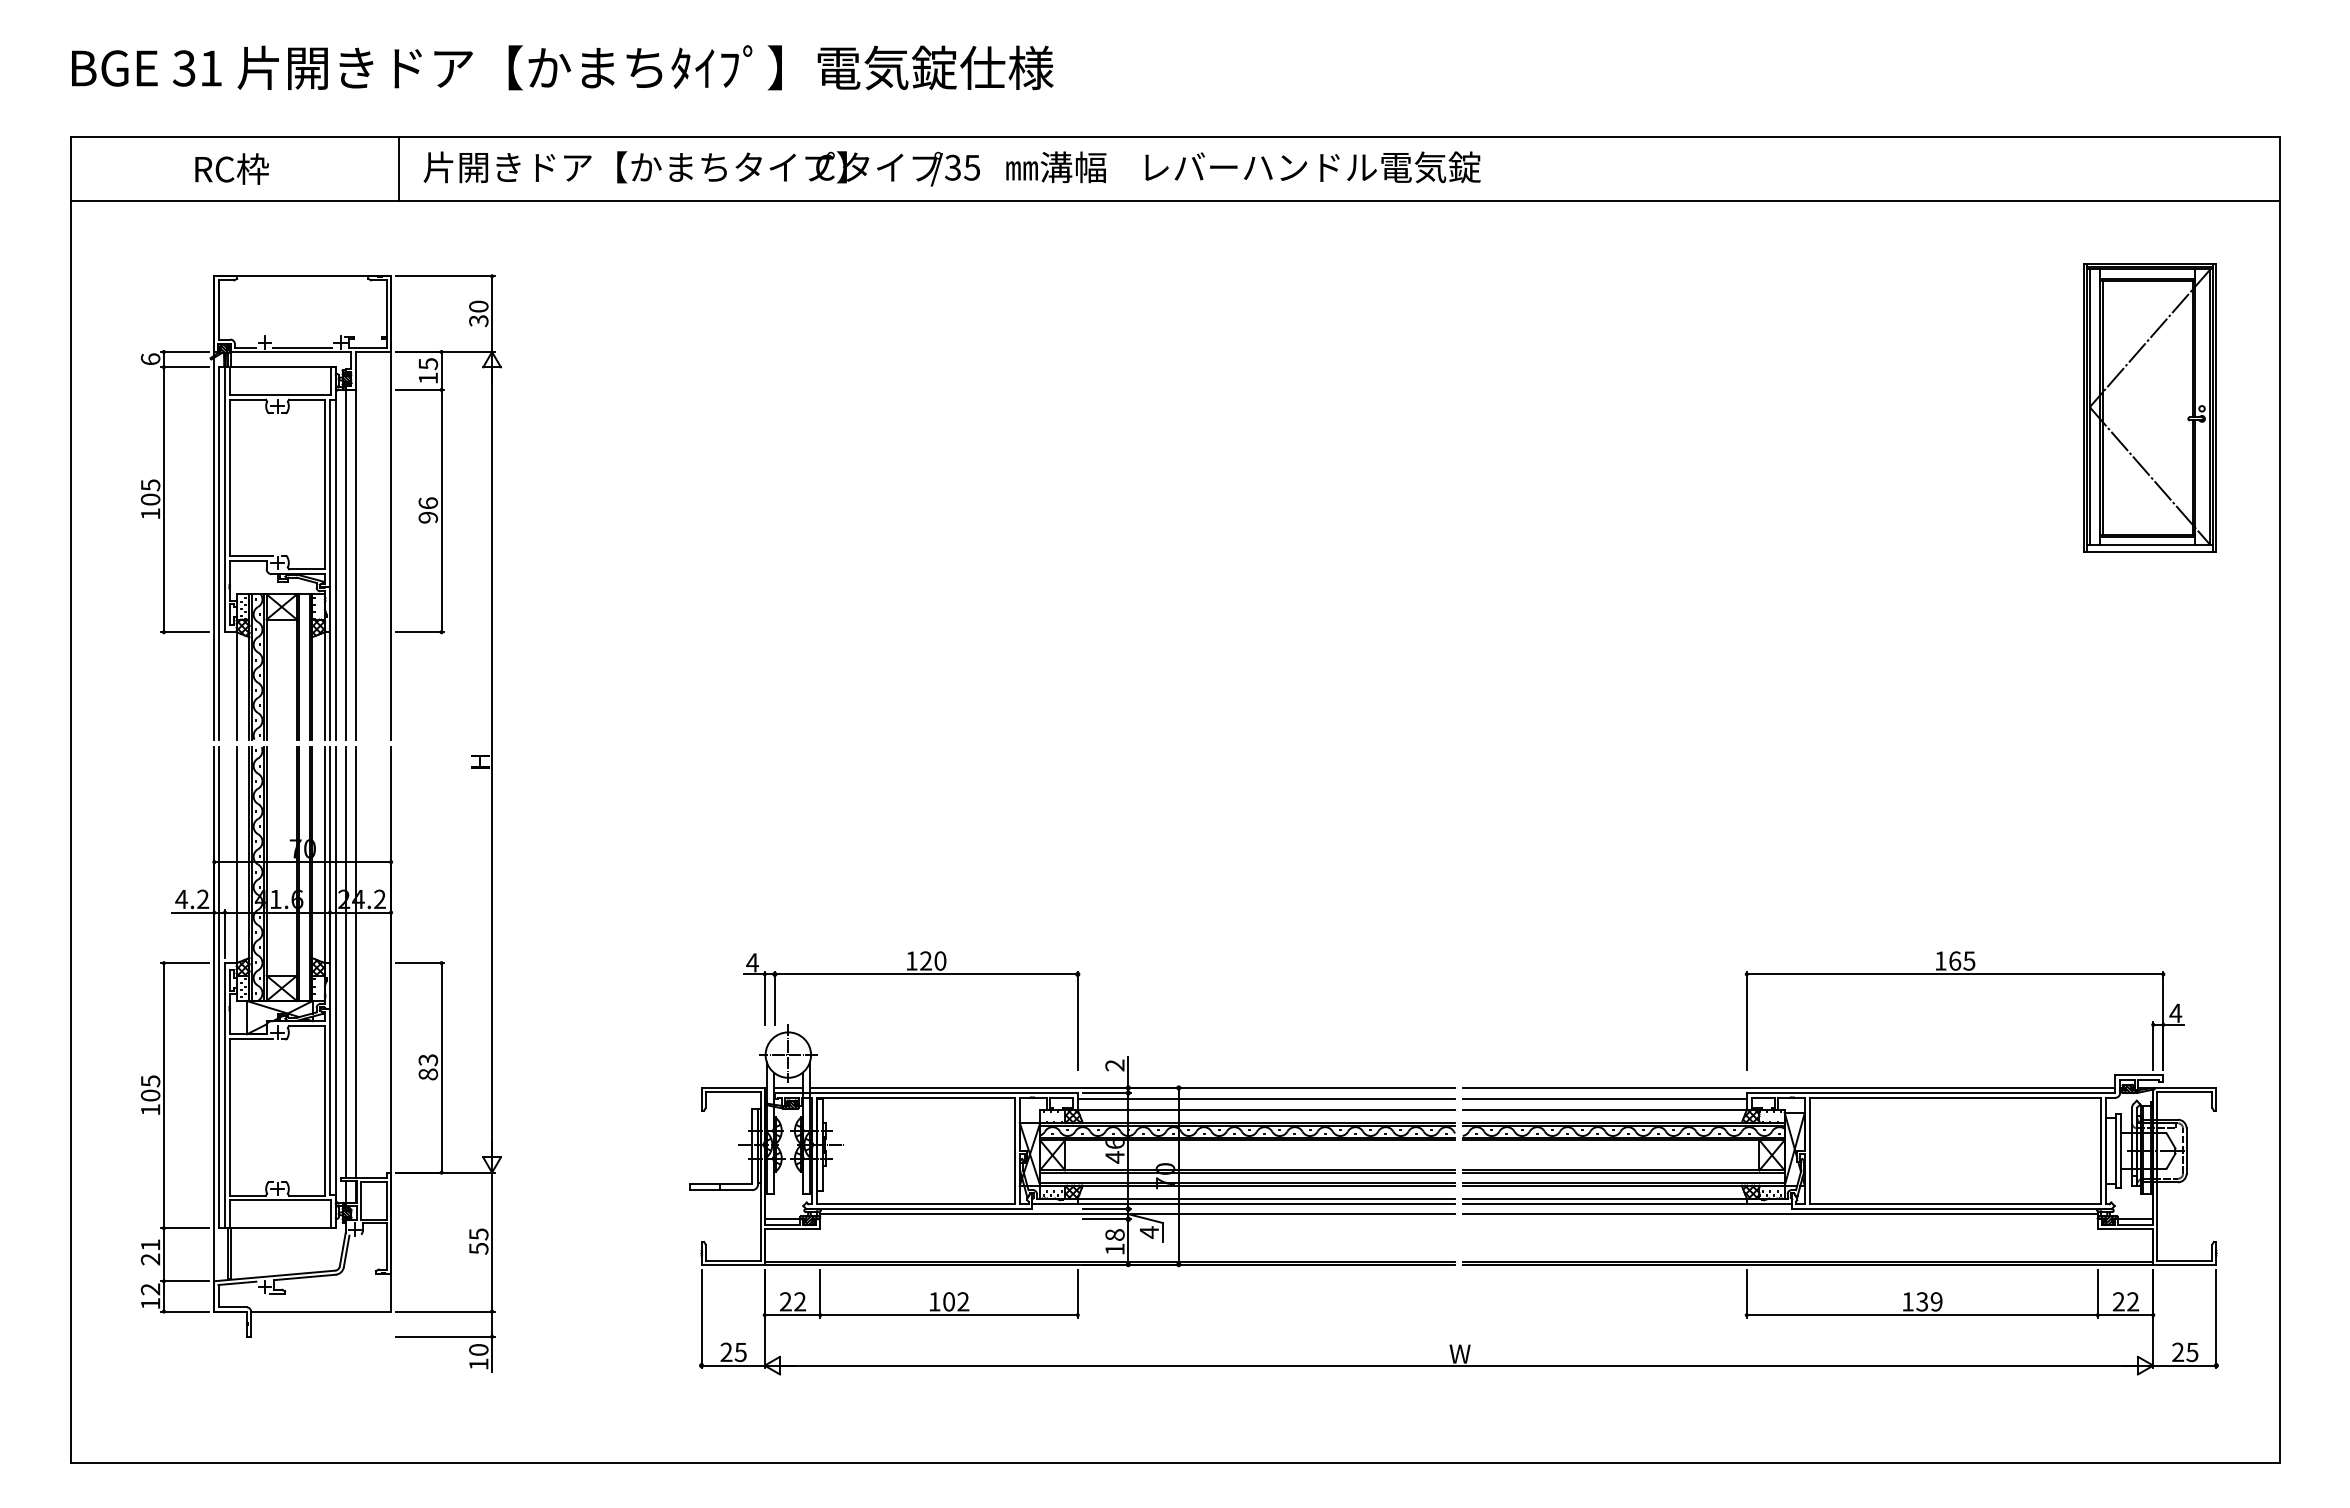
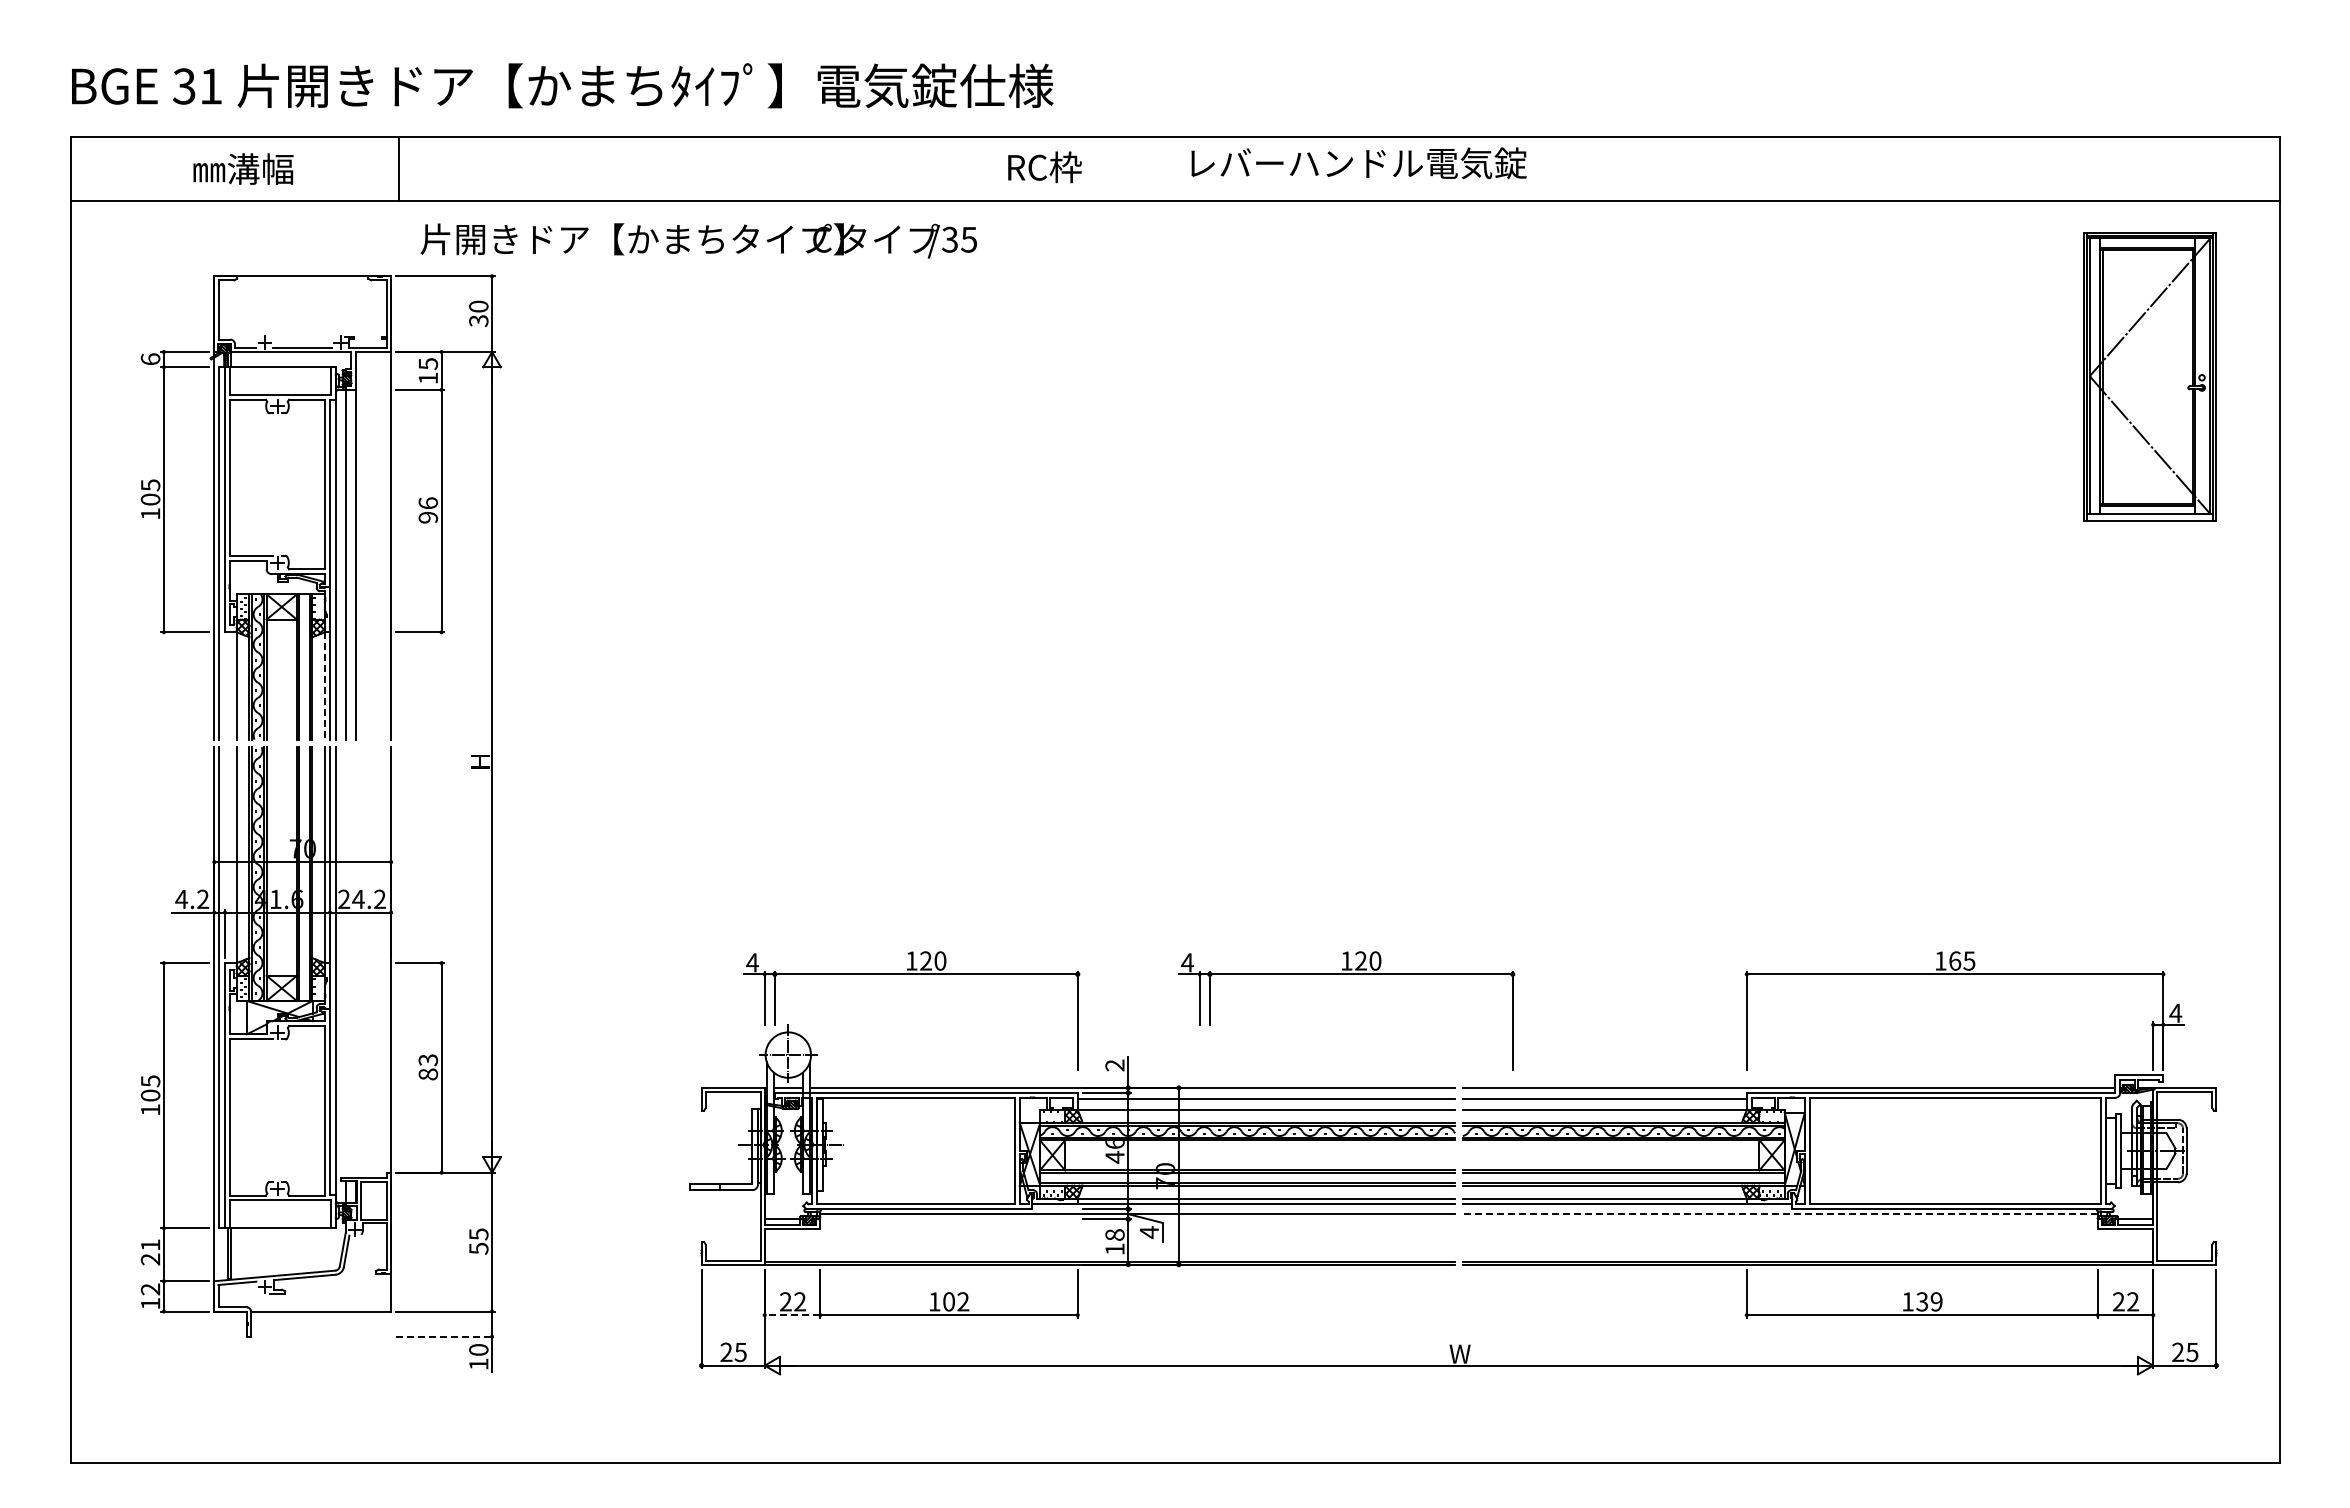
text at (562, 67) position: (562, 67) -> (562, 85)
text at (1056, 167): ㎜溝幅 -> RC枠
text at (1312, 167) position: (1312, 167) -> (1358, 163)
text at (243, 168): RC枠 -> ㎜溝幅
text at (701, 168) position: (701, 168) -> (698, 240)
part at (2149, 407) position: (2149, 407) -> (2149, 376)
line at (324, 685): solid -> dashed
line at (345, 962): present -> none
line at (355, 962): present -> none
part at (1346, 974): none -> present
line at (1779, 1214): solid -> dashed
line at (792, 1315): solid -> dashed
line at (445, 1336): solid -> dashed
